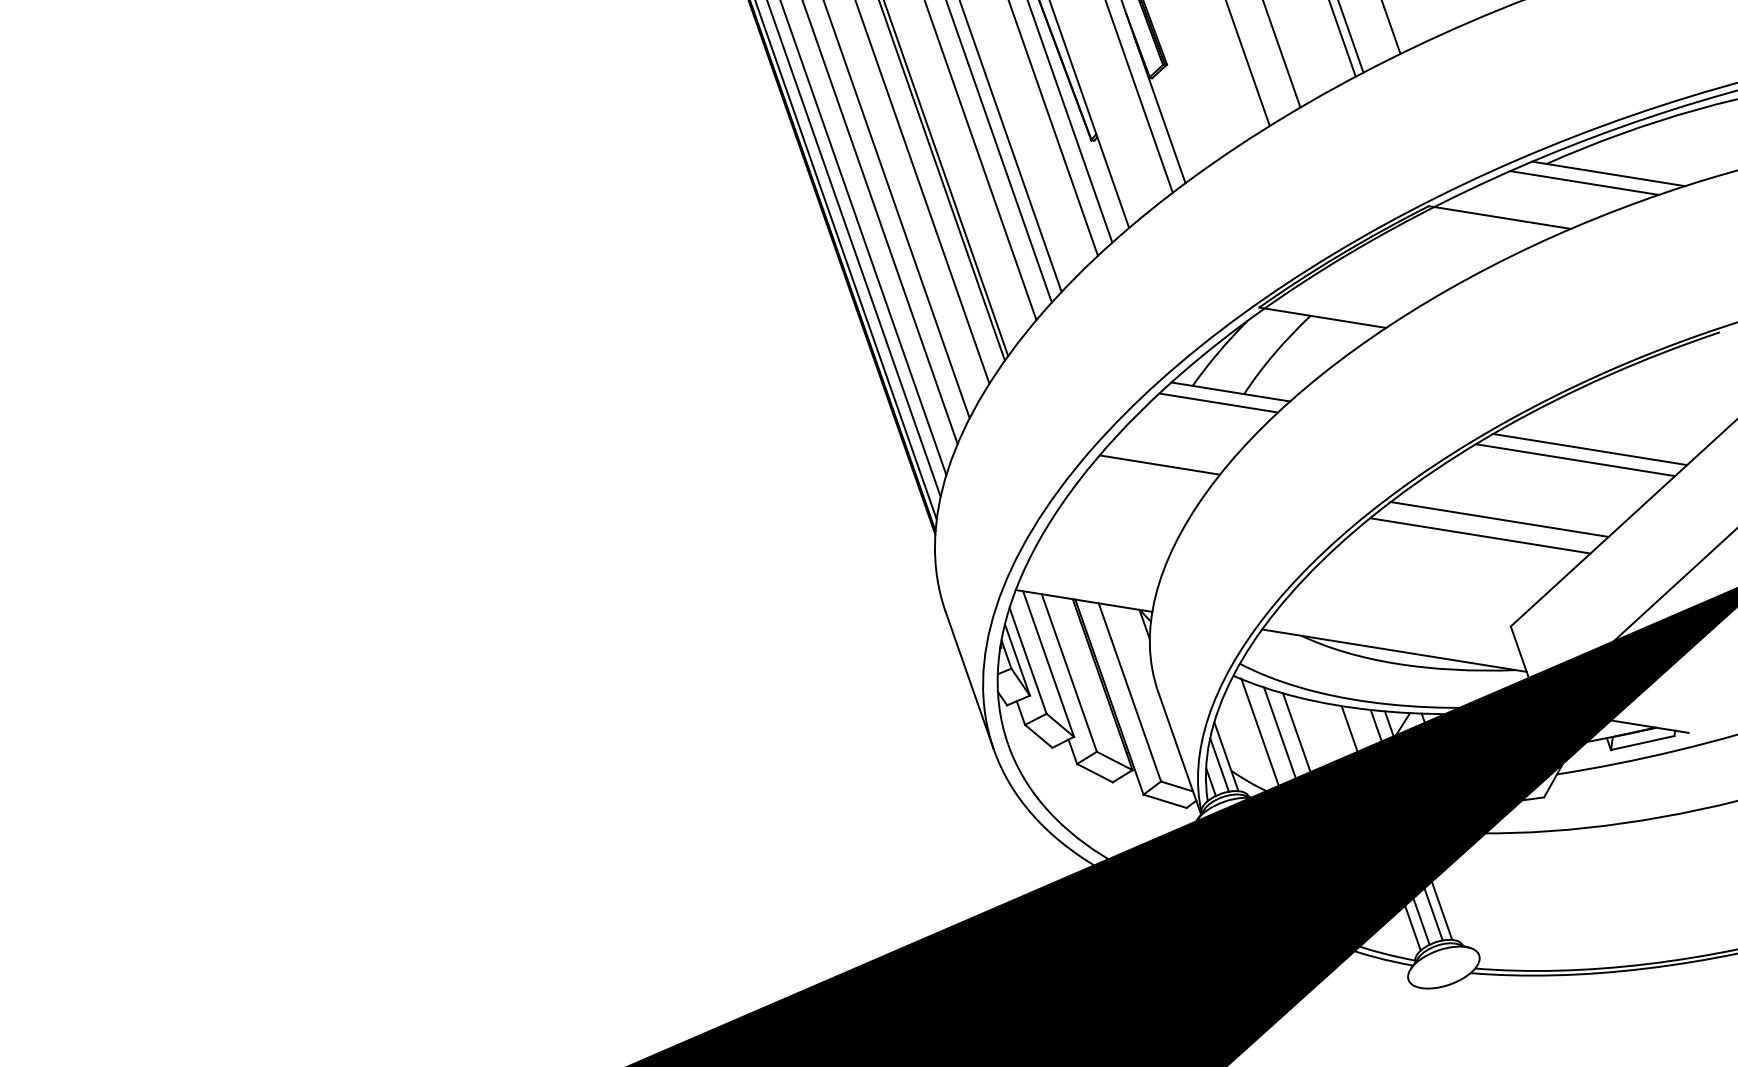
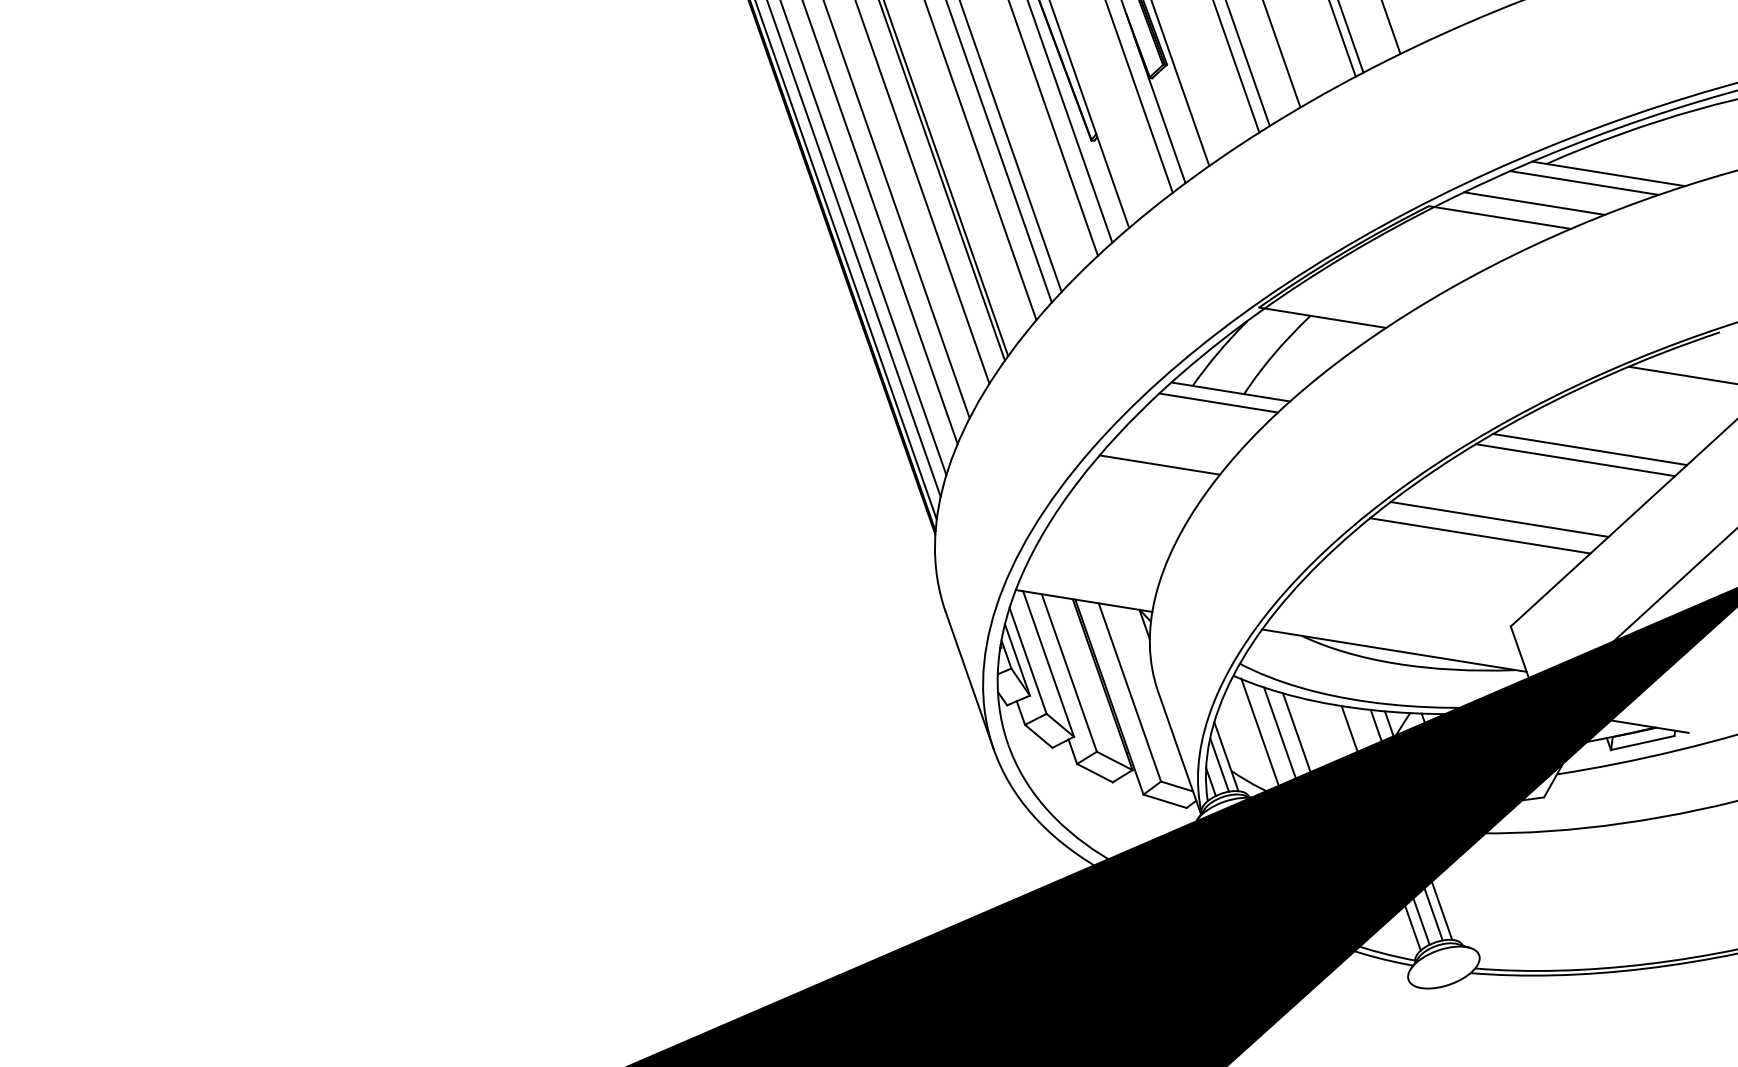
line at (1236, 67): none -> present
line at (1180, 83): none -> present
line at (1534, 203): none -> present
line at (1681, 374): none -> present
